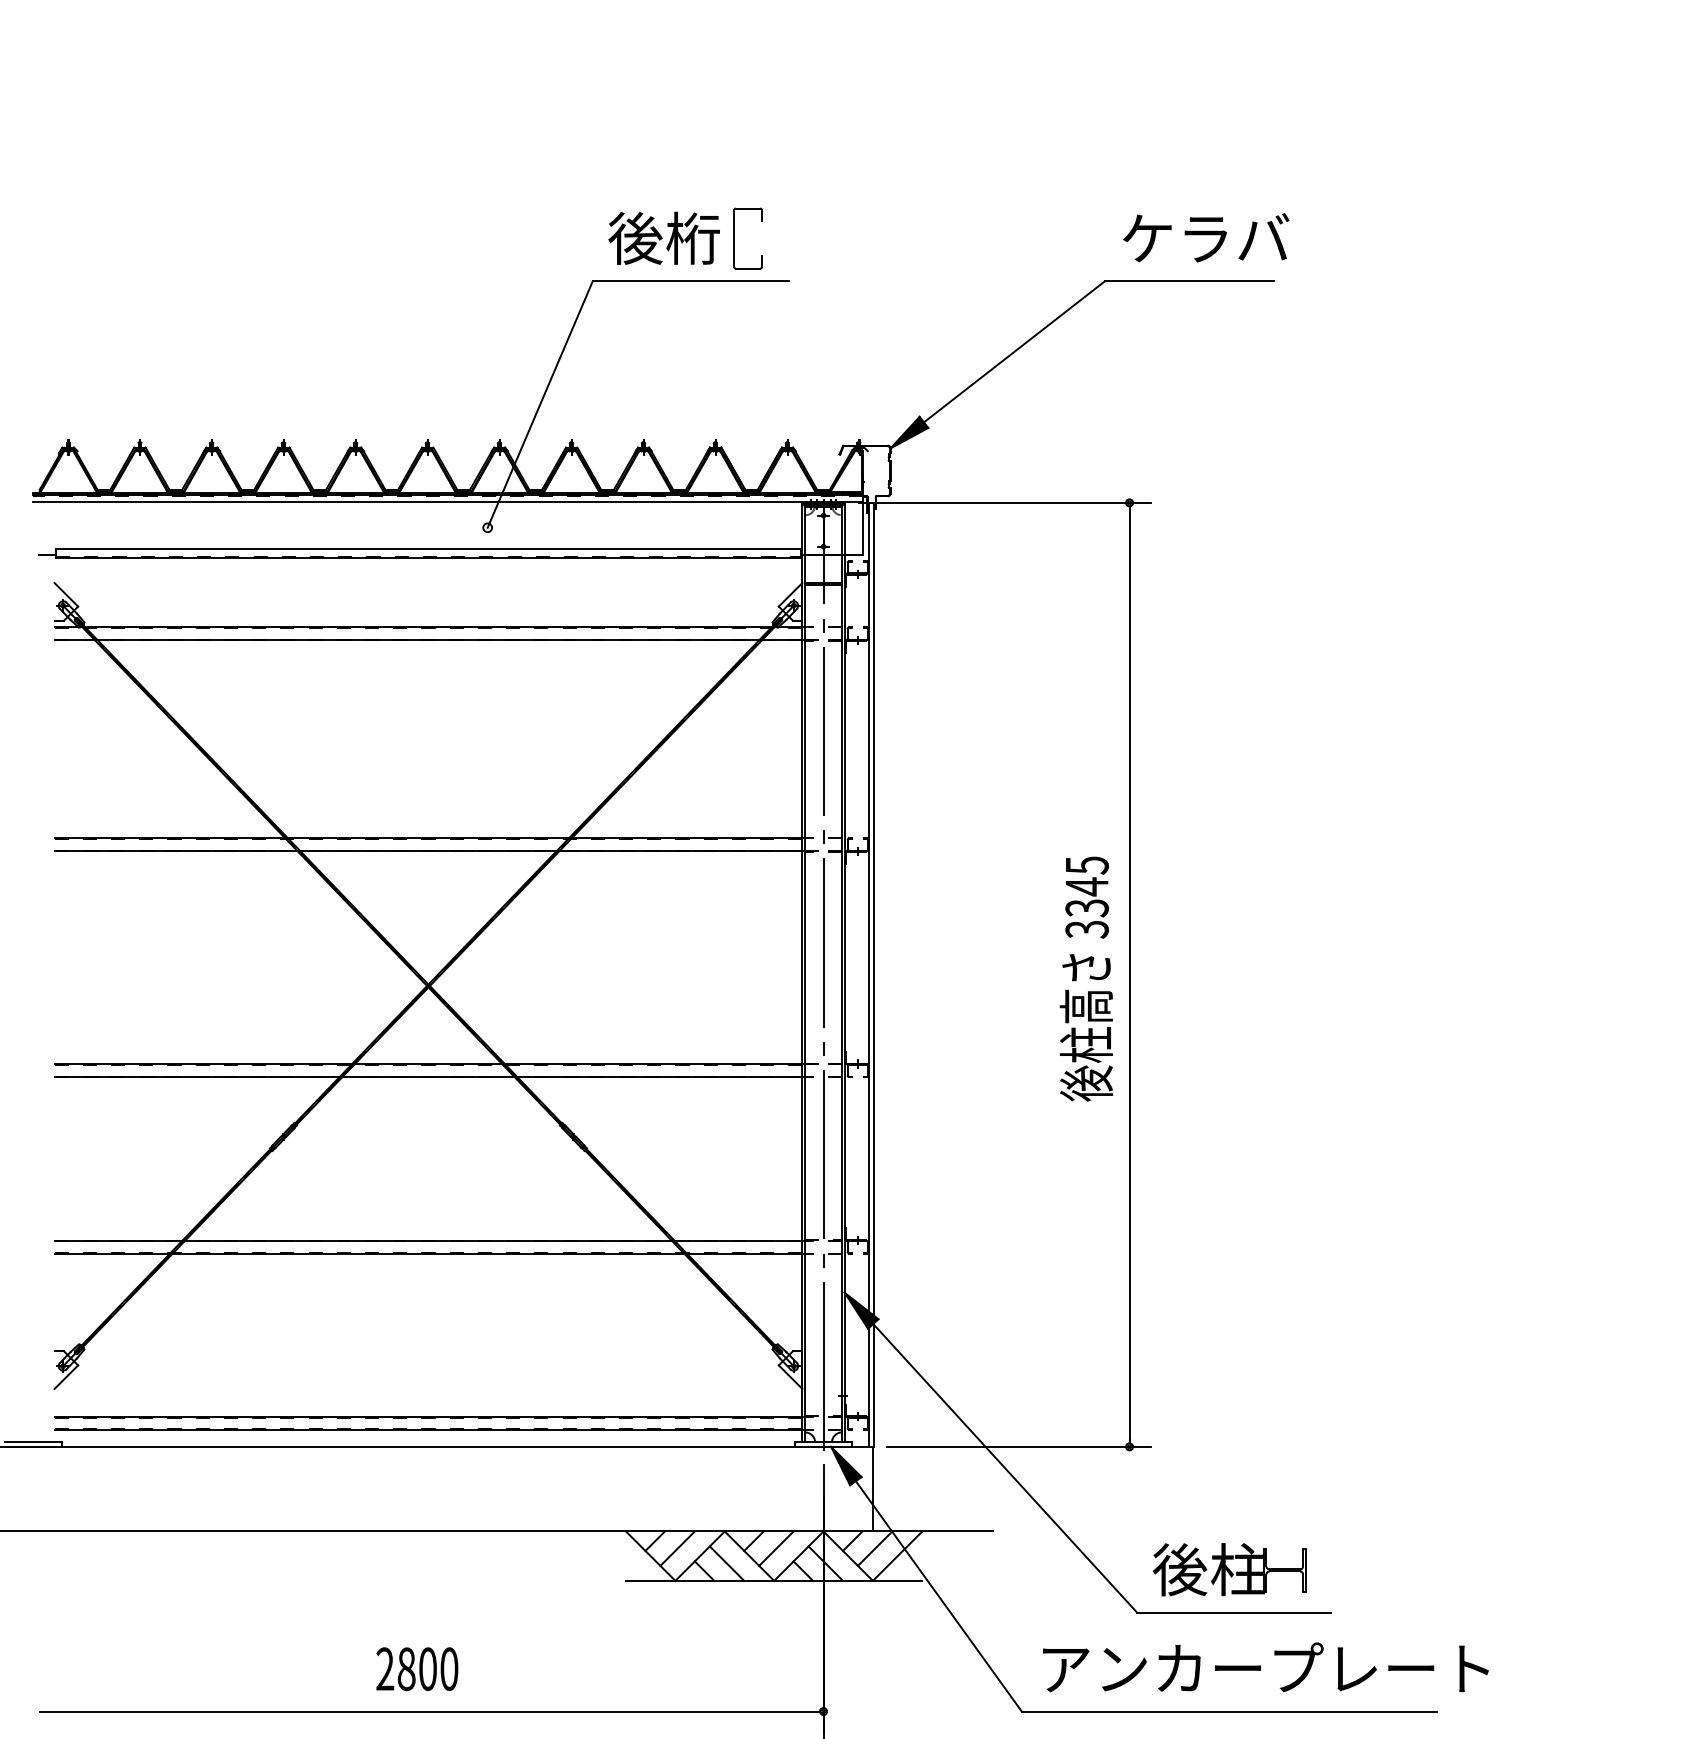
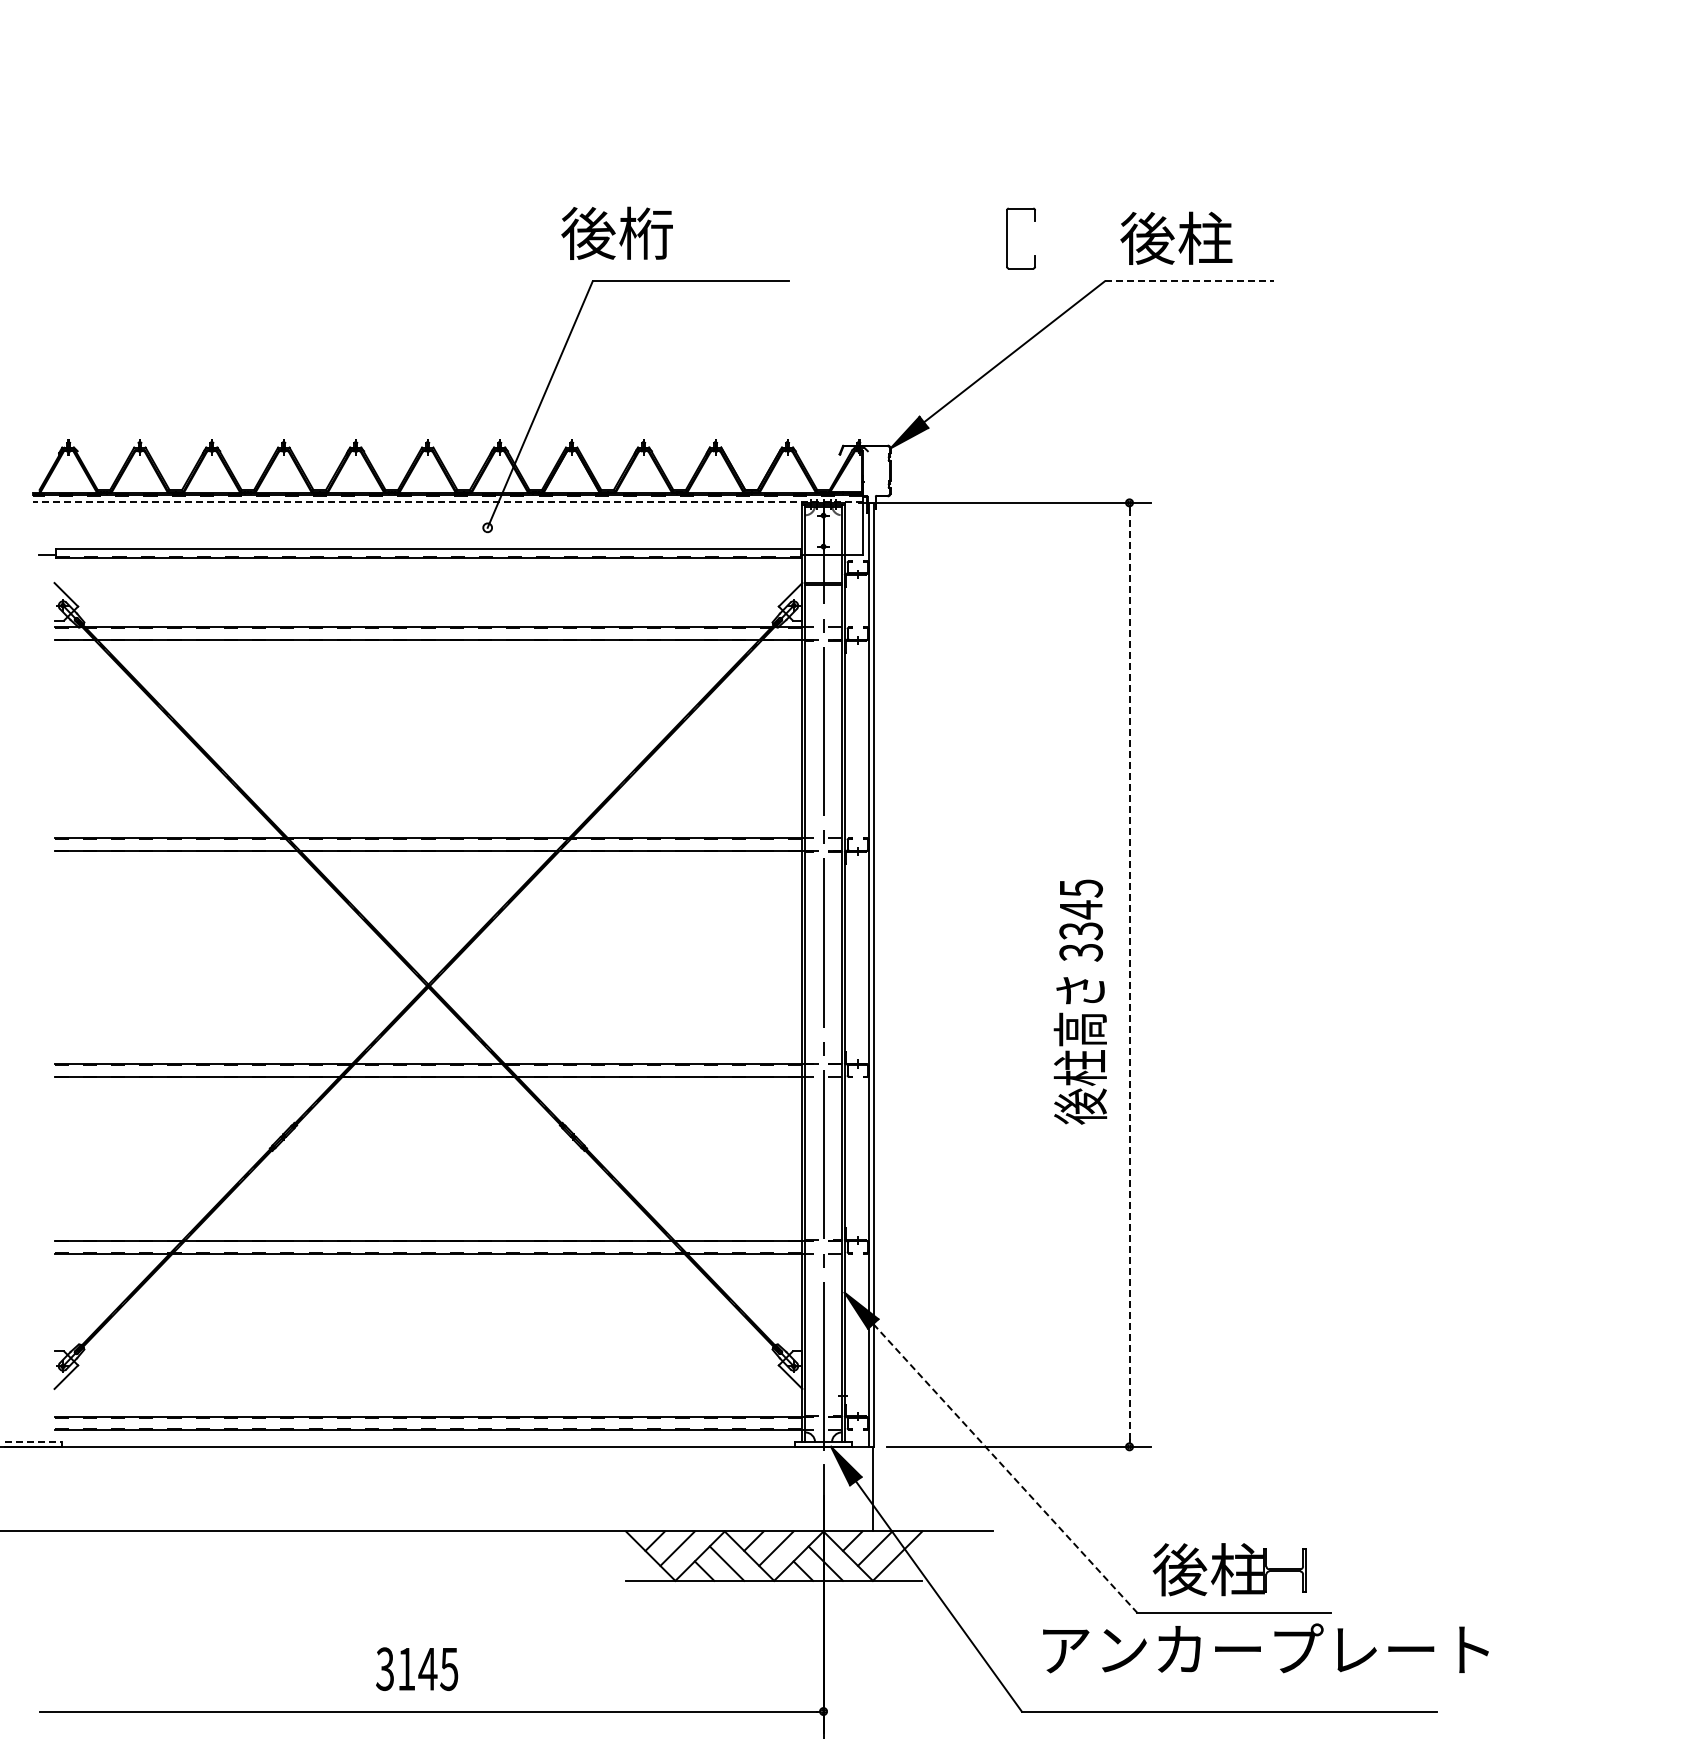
text at (663, 237) position: (663, 237) -> (616, 232)
text at (1204, 237): ケラバ -> 後柱
part at (734, 238) position: (734, 238) -> (1007, 238)
line at (1189, 281): solid -> dashed
line at (448, 502): solid -> dashed
line at (1129, 974): solid -> dashed
text at (1086, 978) position: (1086, 978) -> (1080, 1001)
line at (33, 1442): solid -> dashed
line at (1005, 1468): solid -> dashed
text at (1265, 1667) position: (1265, 1667) -> (1265, 1648)
text at (417, 1669): 2800 -> 3145
